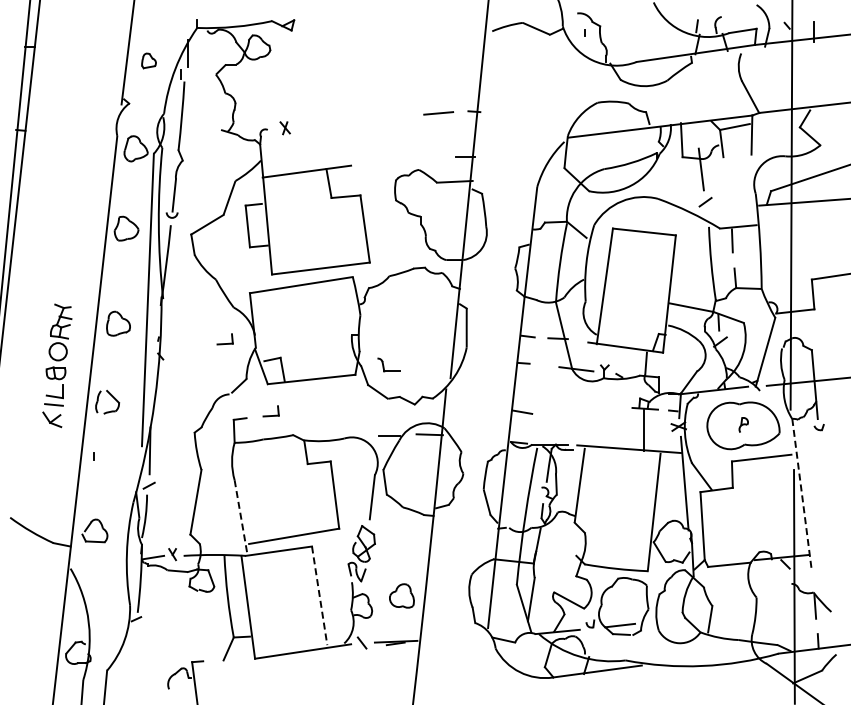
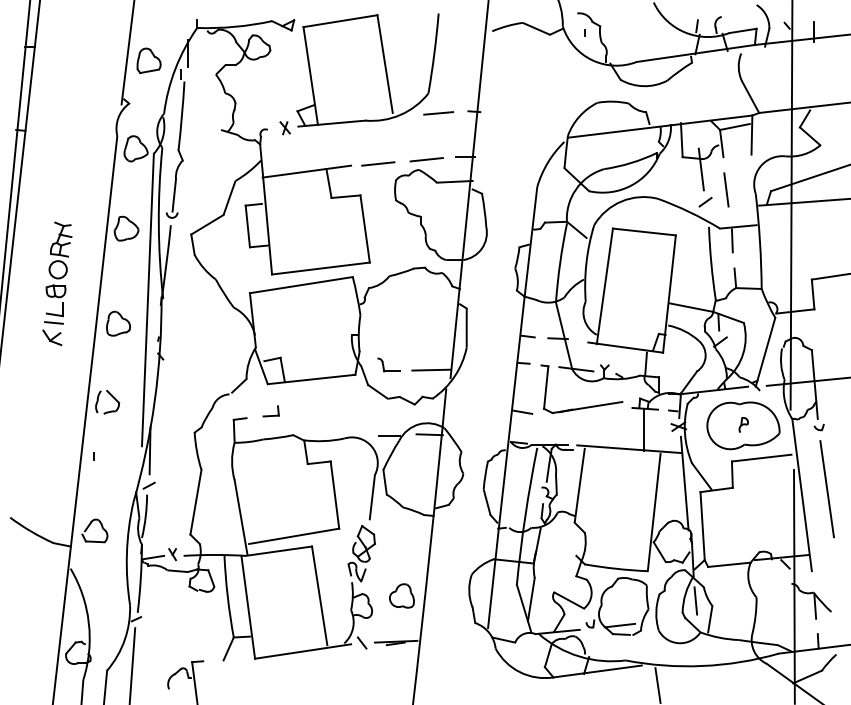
part at (148, 60) size: 16x18 px -> 26x28 px
part at (384, 68): none -> present
line at (426, 159): none -> present
line at (378, 163): none -> present
line at (726, 189): none -> present
part at (224, 339): present -> none
part at (57, 365) position: (57, 365) -> (57, 283)
line at (431, 369): none -> present
part at (585, 406): none -> present
line at (826, 489): none -> present
line at (802, 495): dashed -> solid
line at (241, 517): dashed -> solid
line at (319, 595): dashed -> solid
line at (695, 600): none -> present
line at (132, 664): none -> present
line at (657, 684): none -> present
